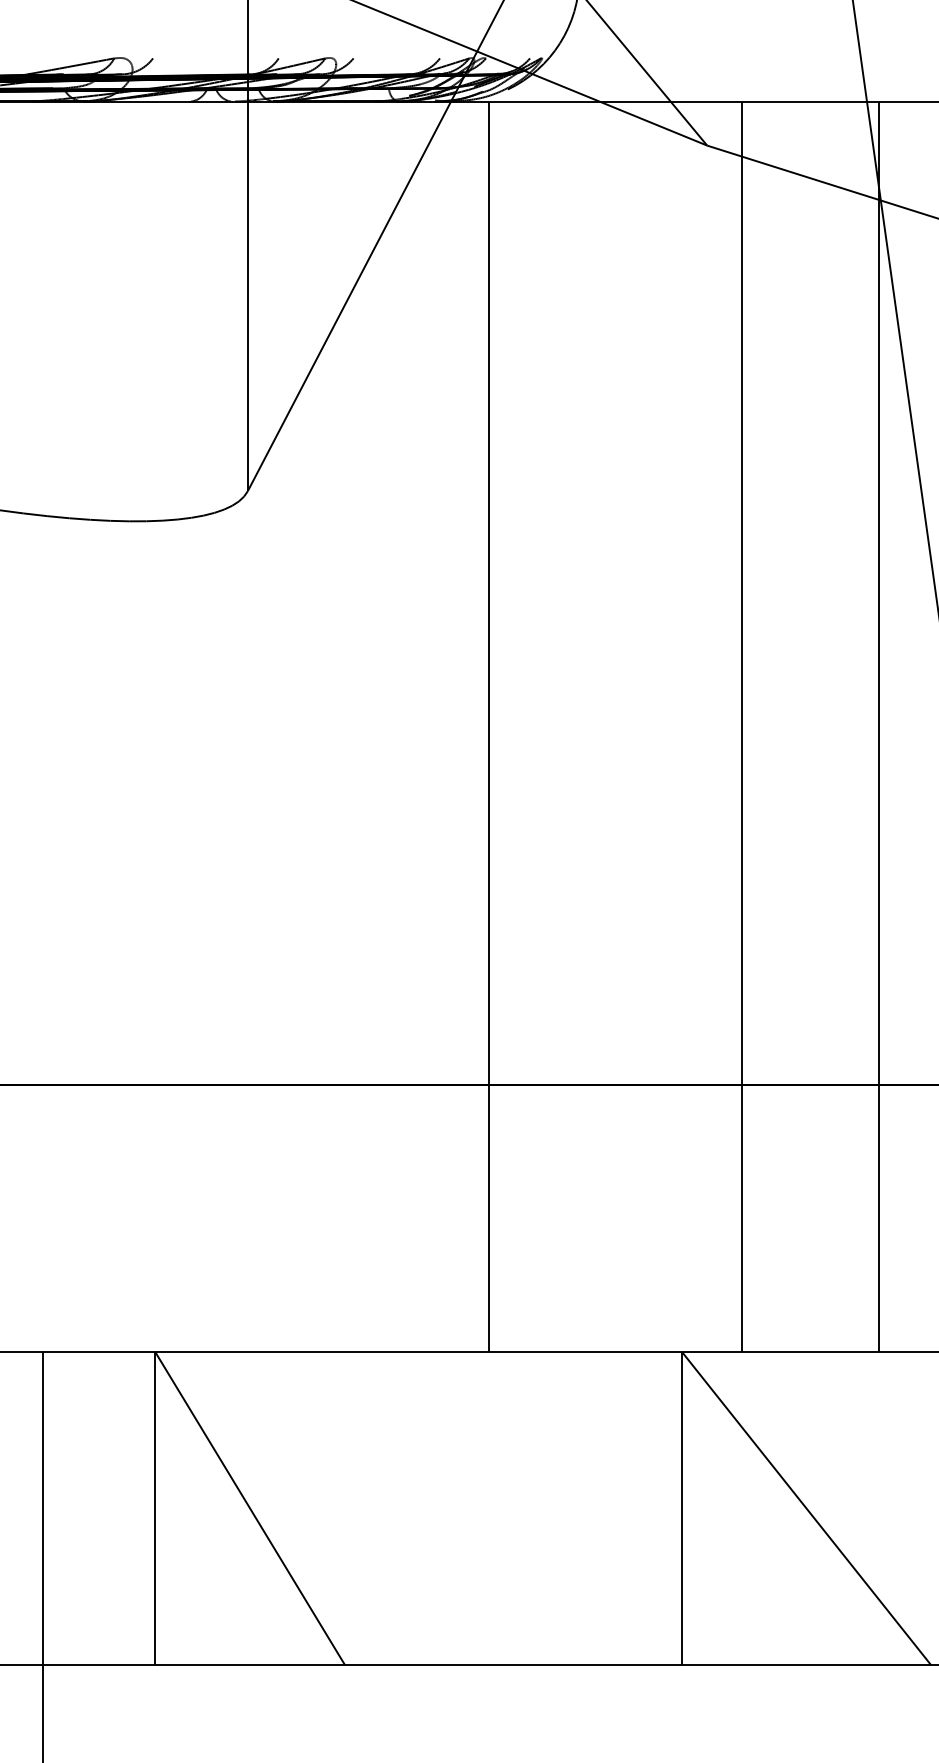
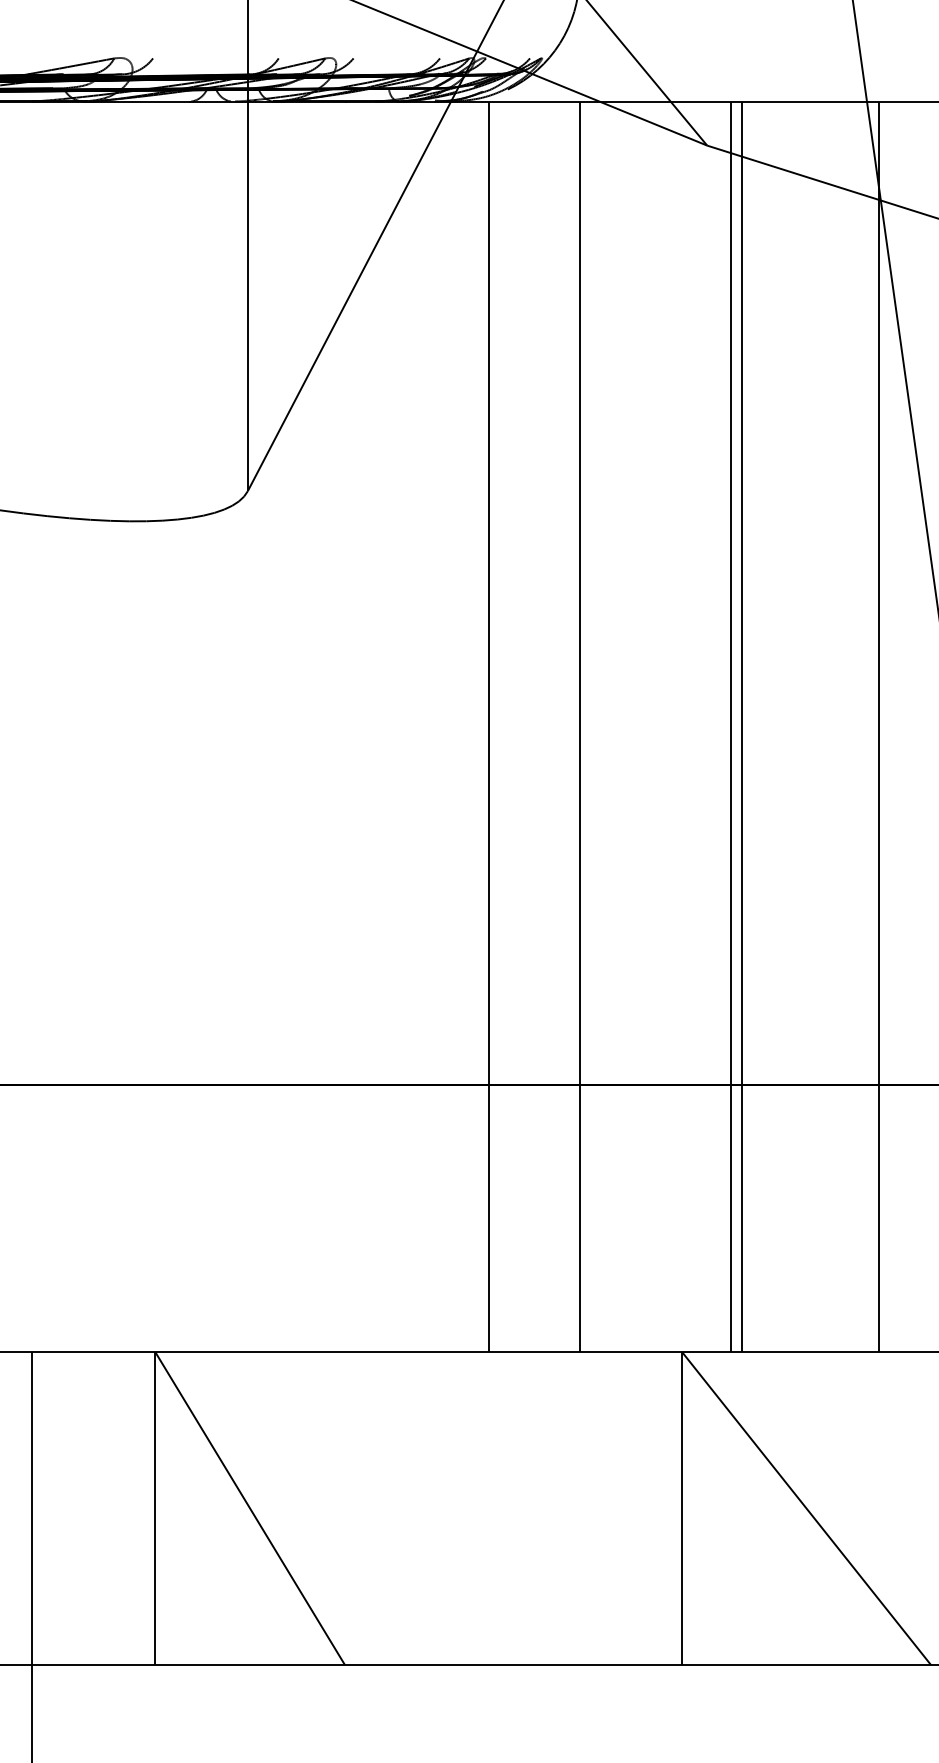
line at (579, 726): none -> present
line at (730, 726): none -> present
line at (43, 1555) position: (43, 1555) -> (32, 1555)
